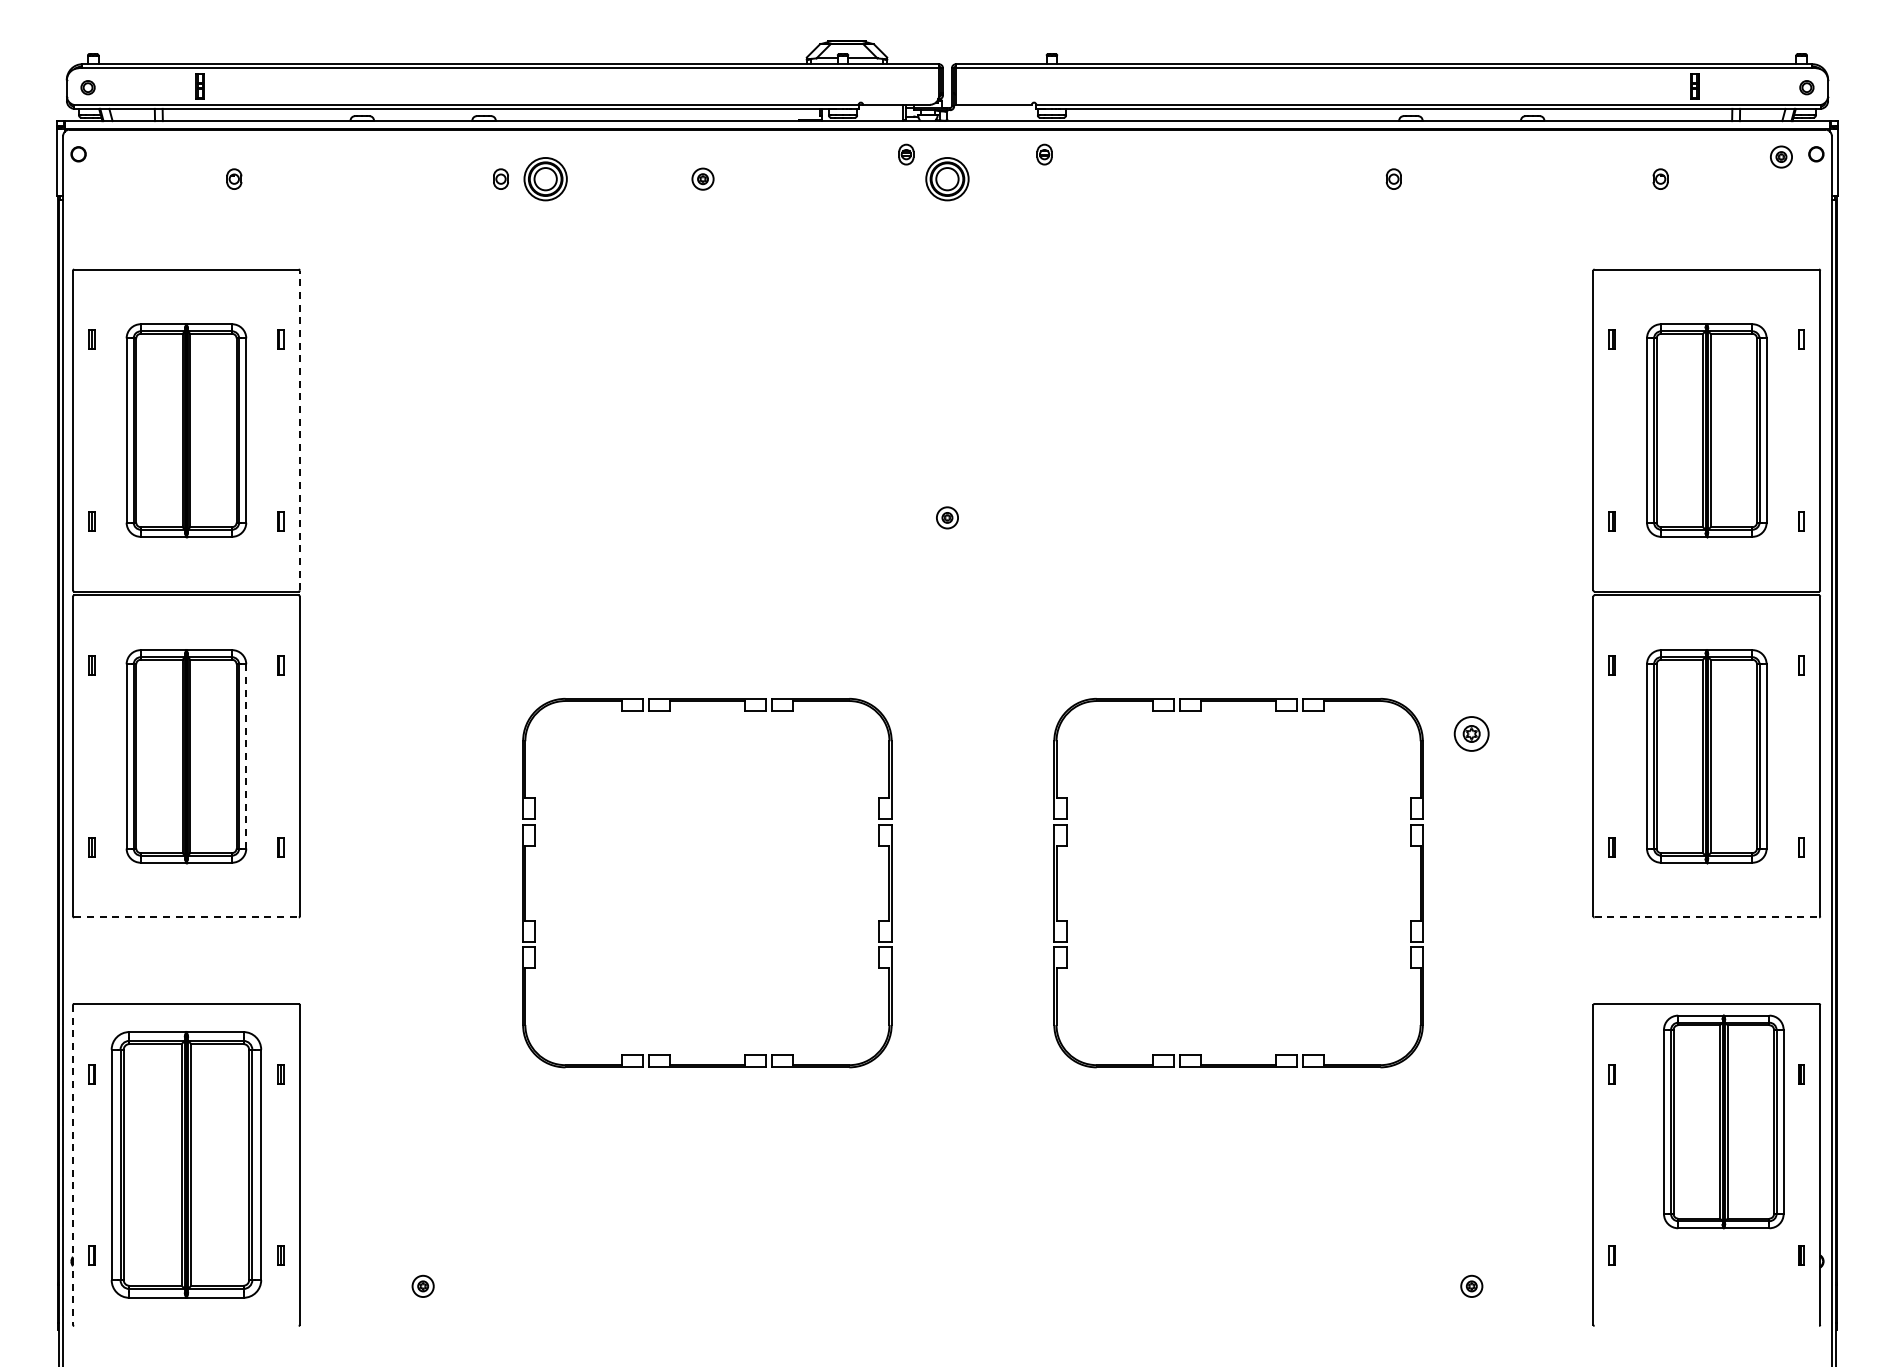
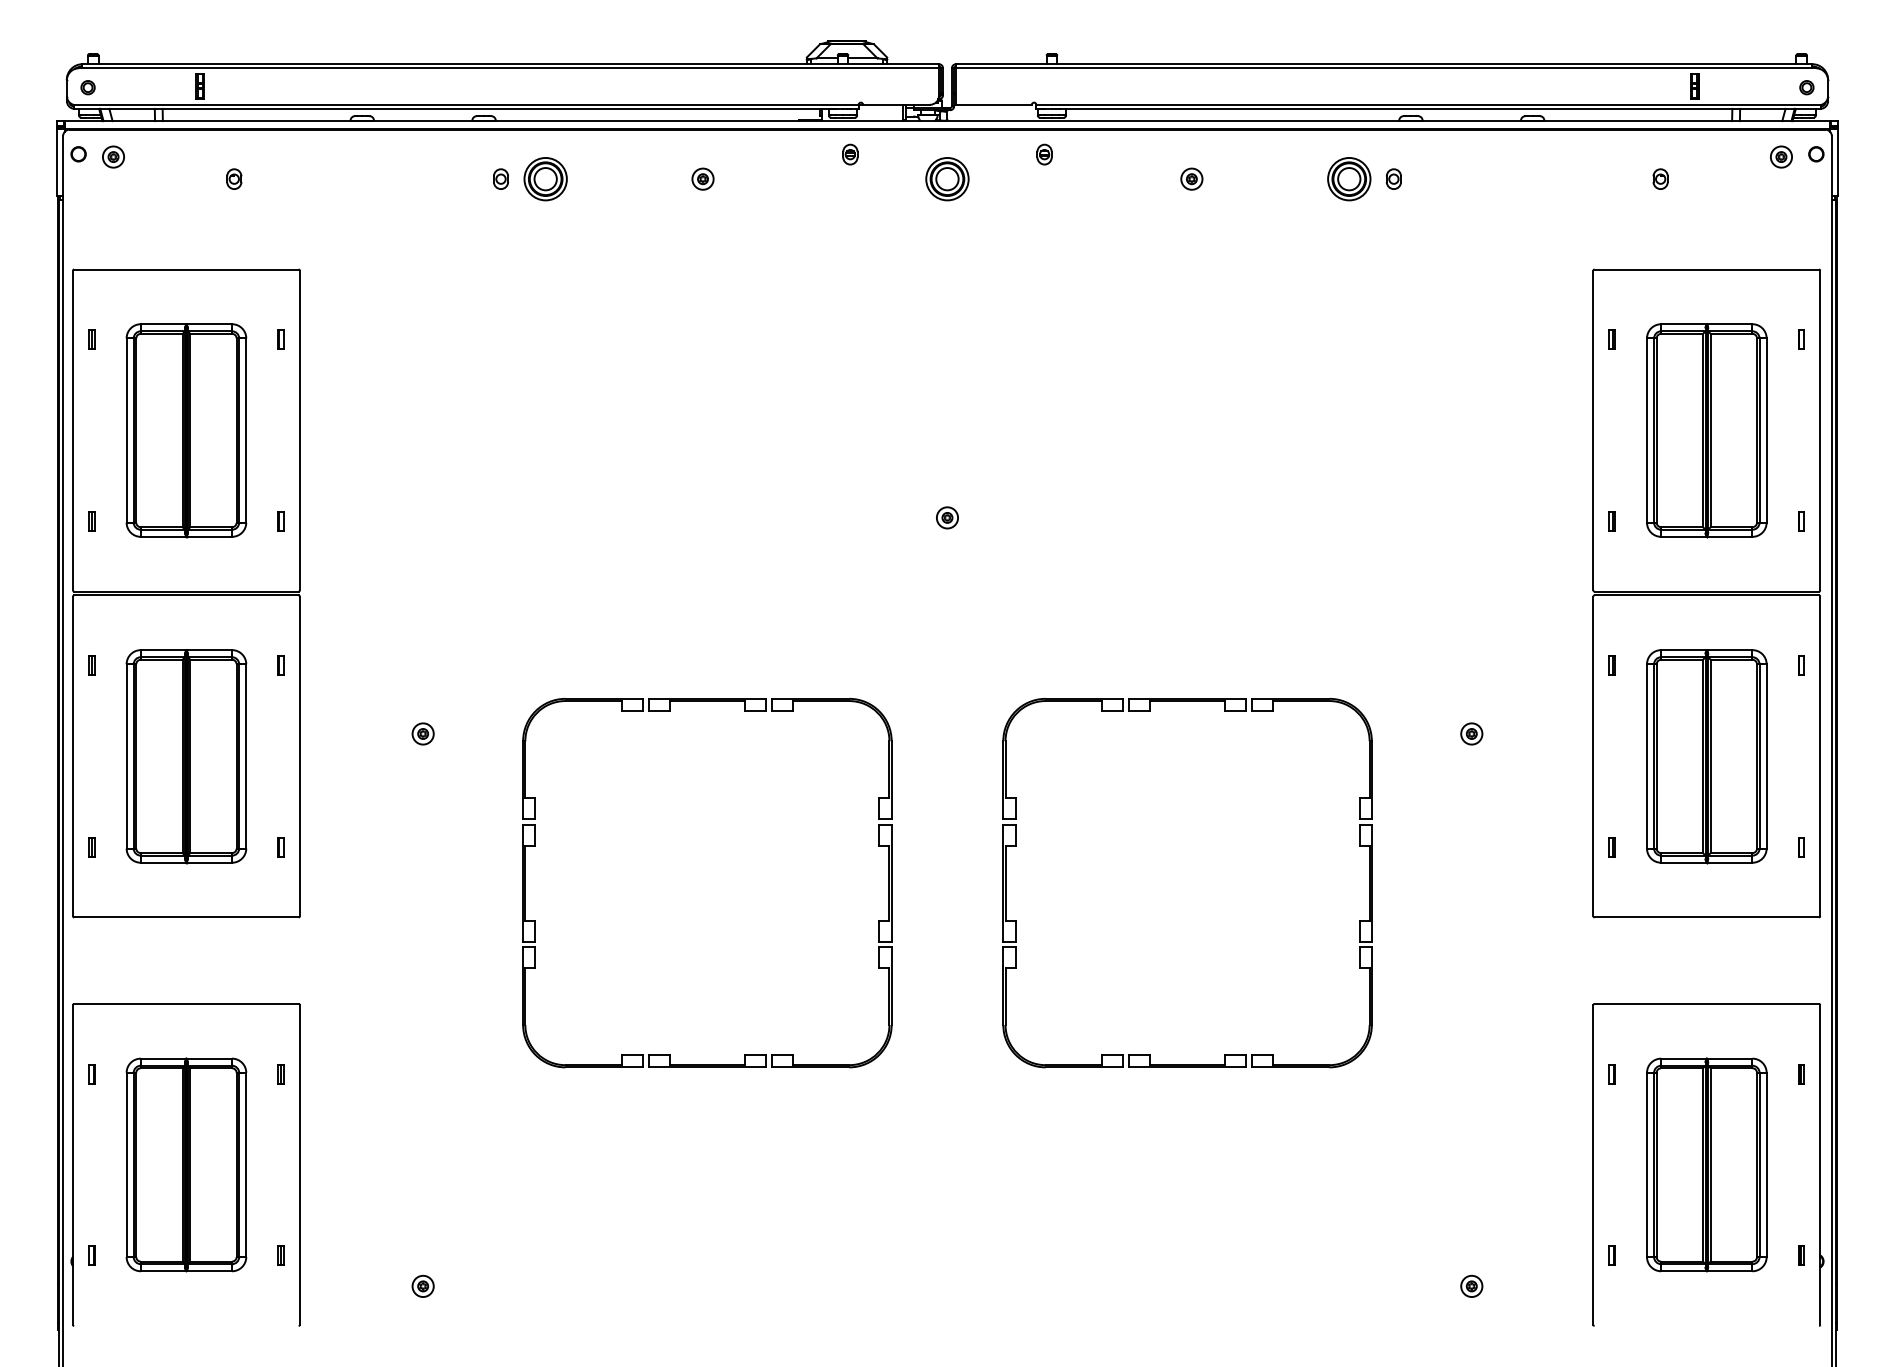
part at (906, 154) position: (906, 154) -> (850, 154)
part at (113, 156): none -> present
part at (1191, 178): none -> present
part at (1349, 179): none -> present
line at (299, 430): dashed -> solid
part at (422, 733): none -> present
part at (1471, 733) size: 37x36 px -> 24x24 px
line at (246, 756): dashed -> solid
part at (1067, 846) position: (1067, 846) -> (1016, 846)
line at (186, 917): dashed -> solid
line at (1707, 917): dashed -> solid
part at (1723, 1121) position: (1723, 1121) -> (1706, 1164)
line at (73, 1164): dashed -> solid
part at (186, 1164) size: 153x268 px -> 123x216 px
